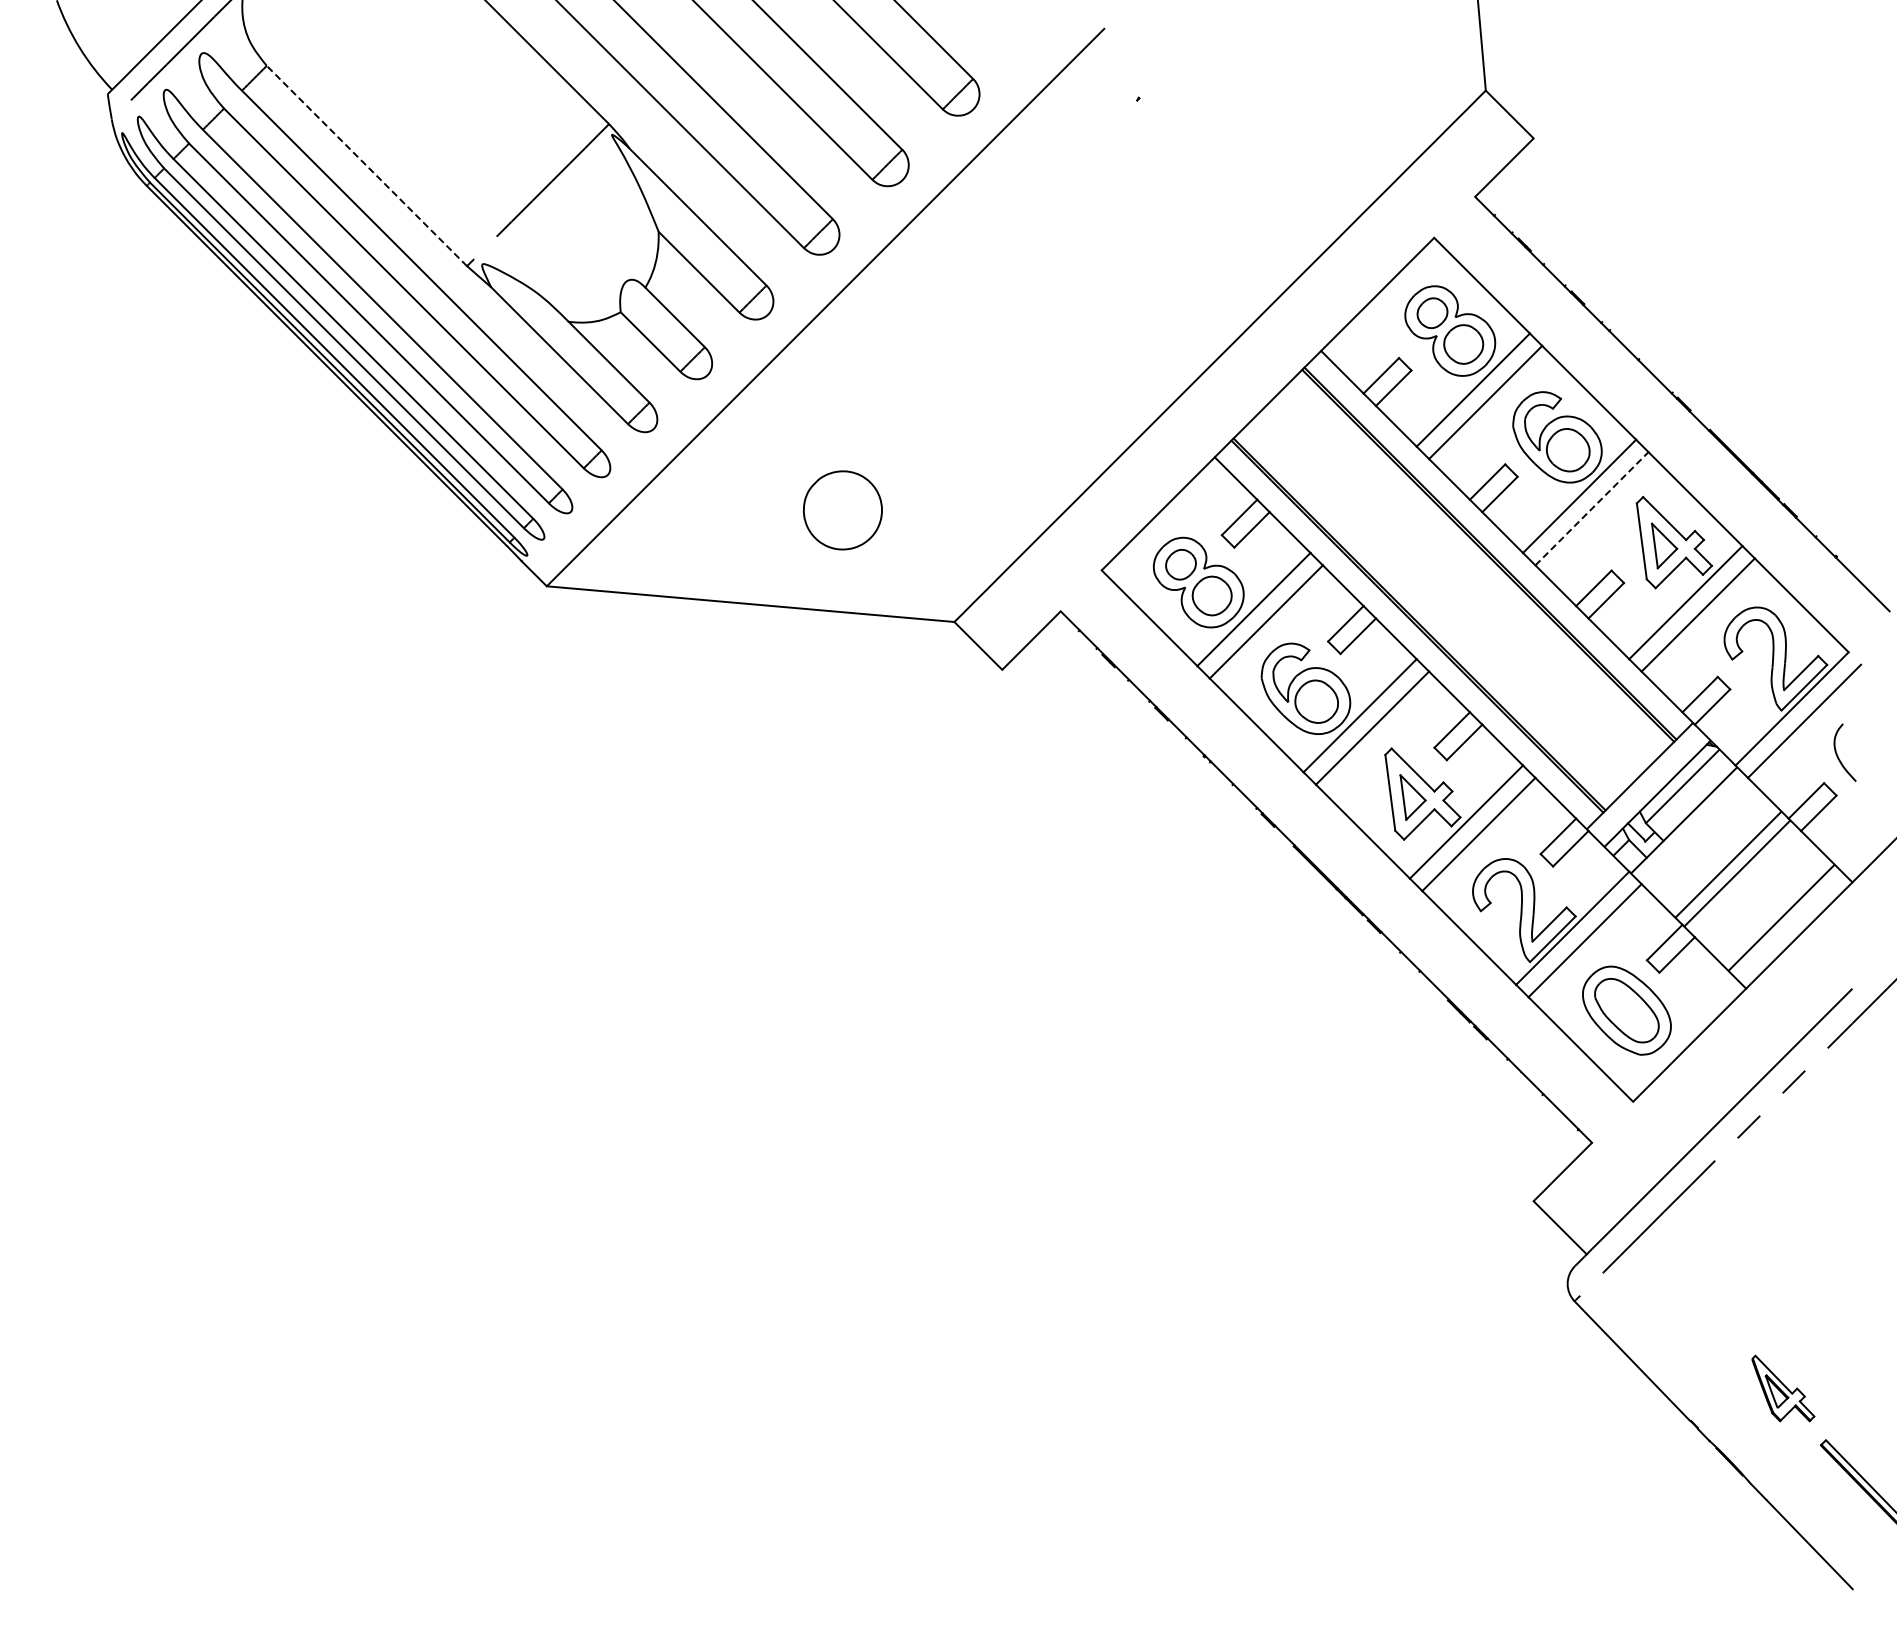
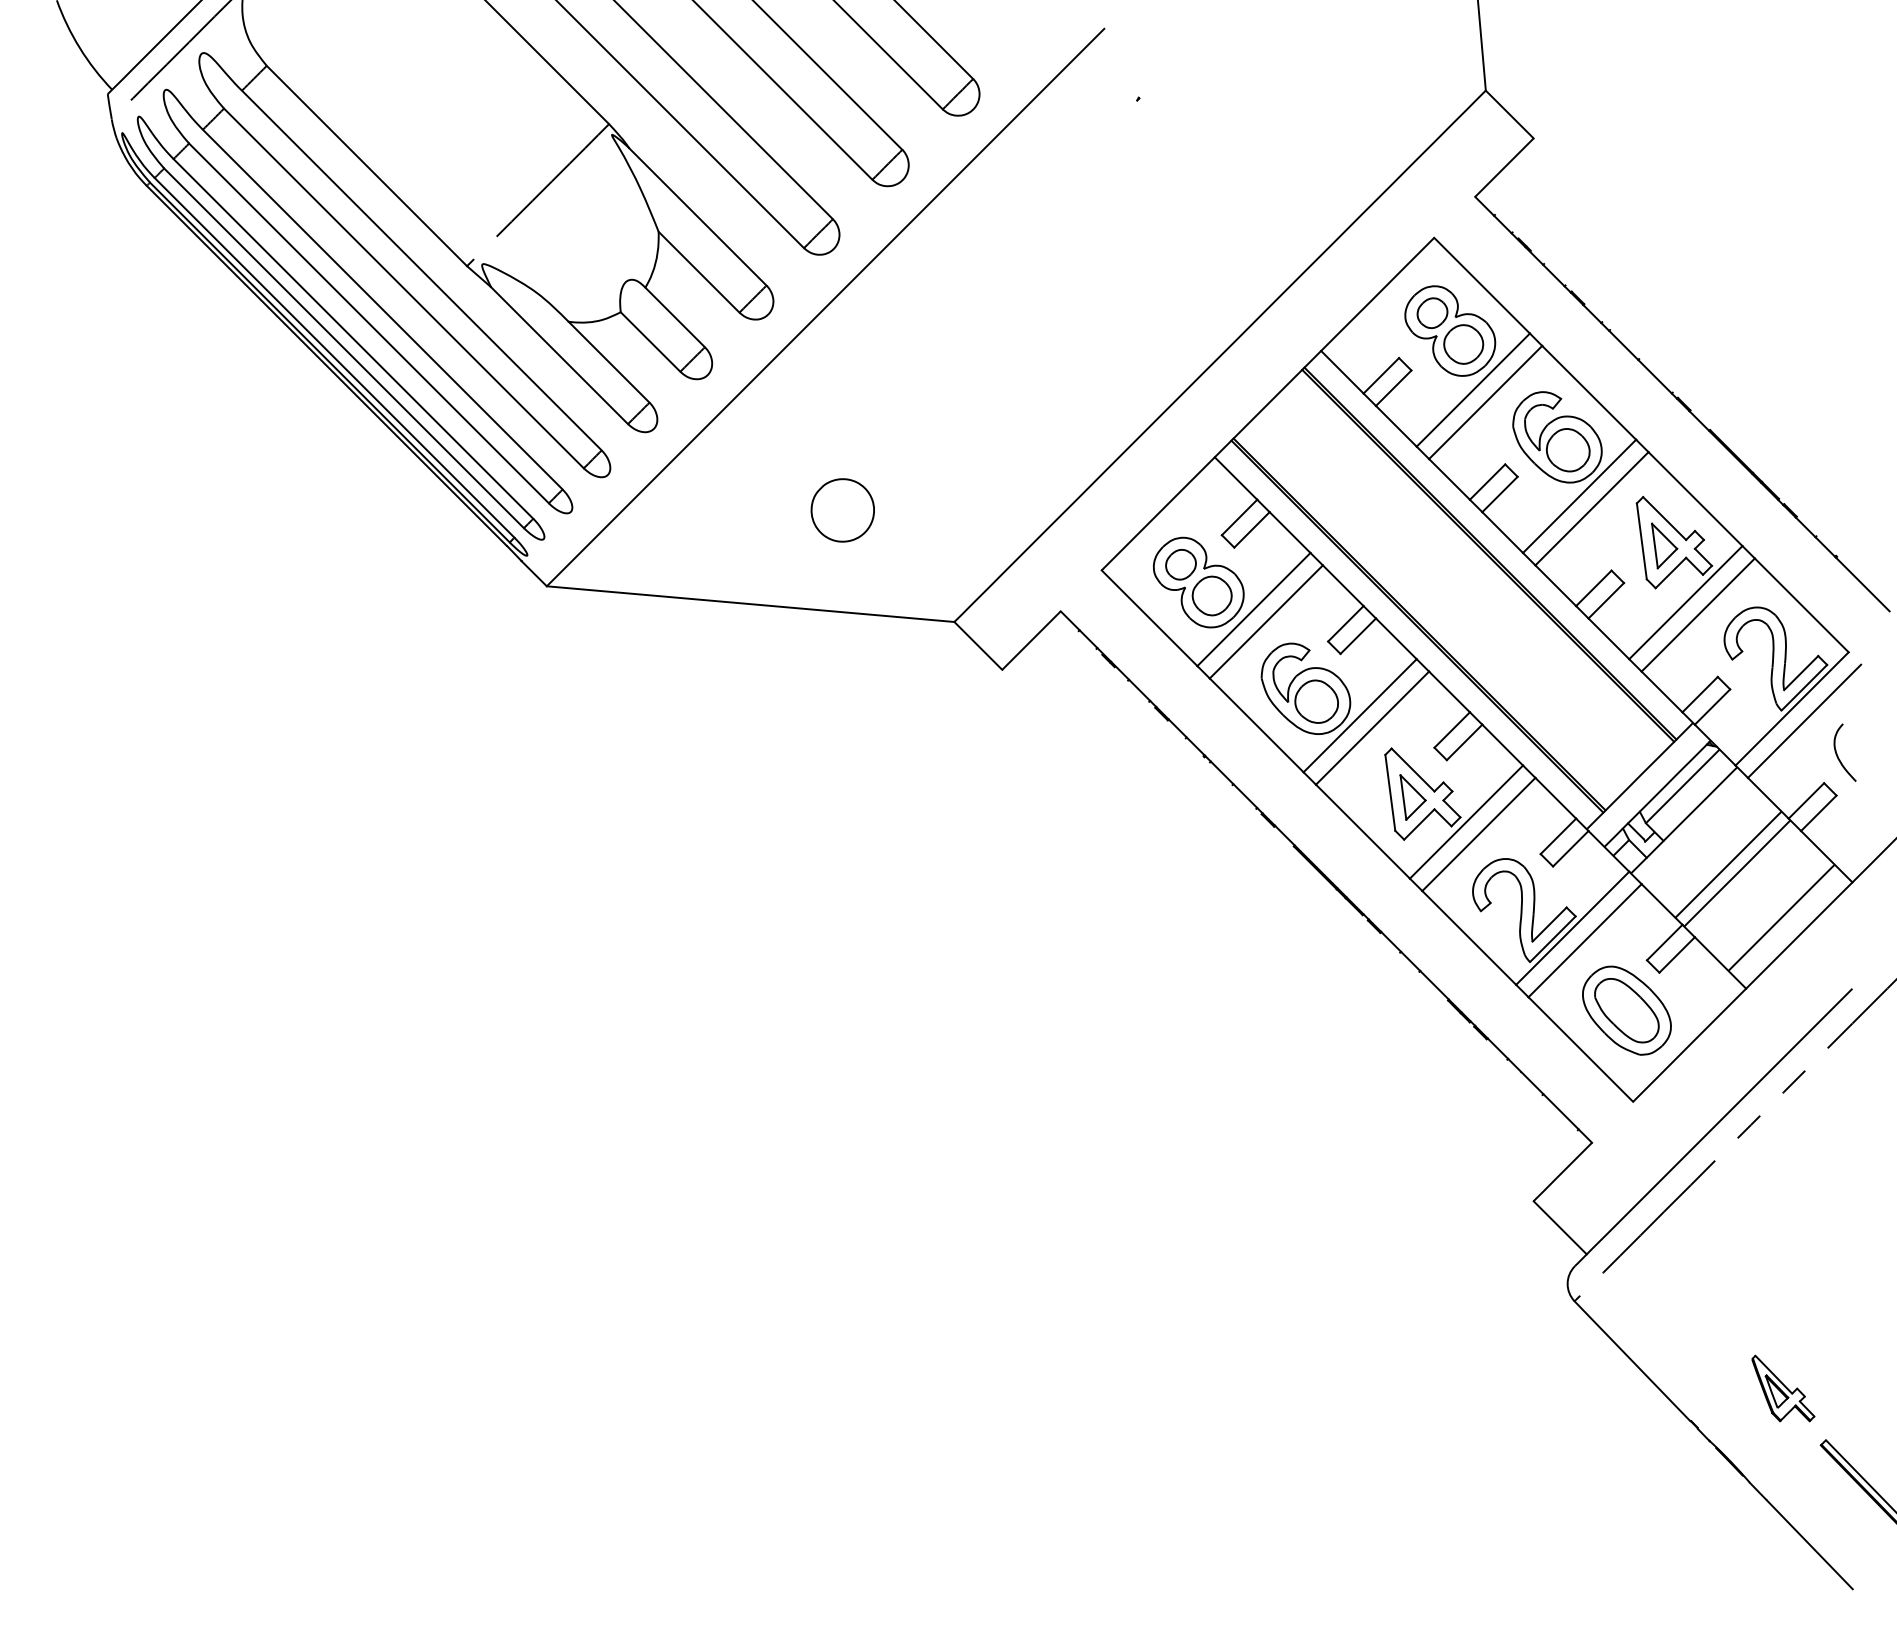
line at (366, 166): dashed -> solid
line at (1592, 508): dashed -> solid
part at (842, 510) size: 81x81 px -> 65x65 px
